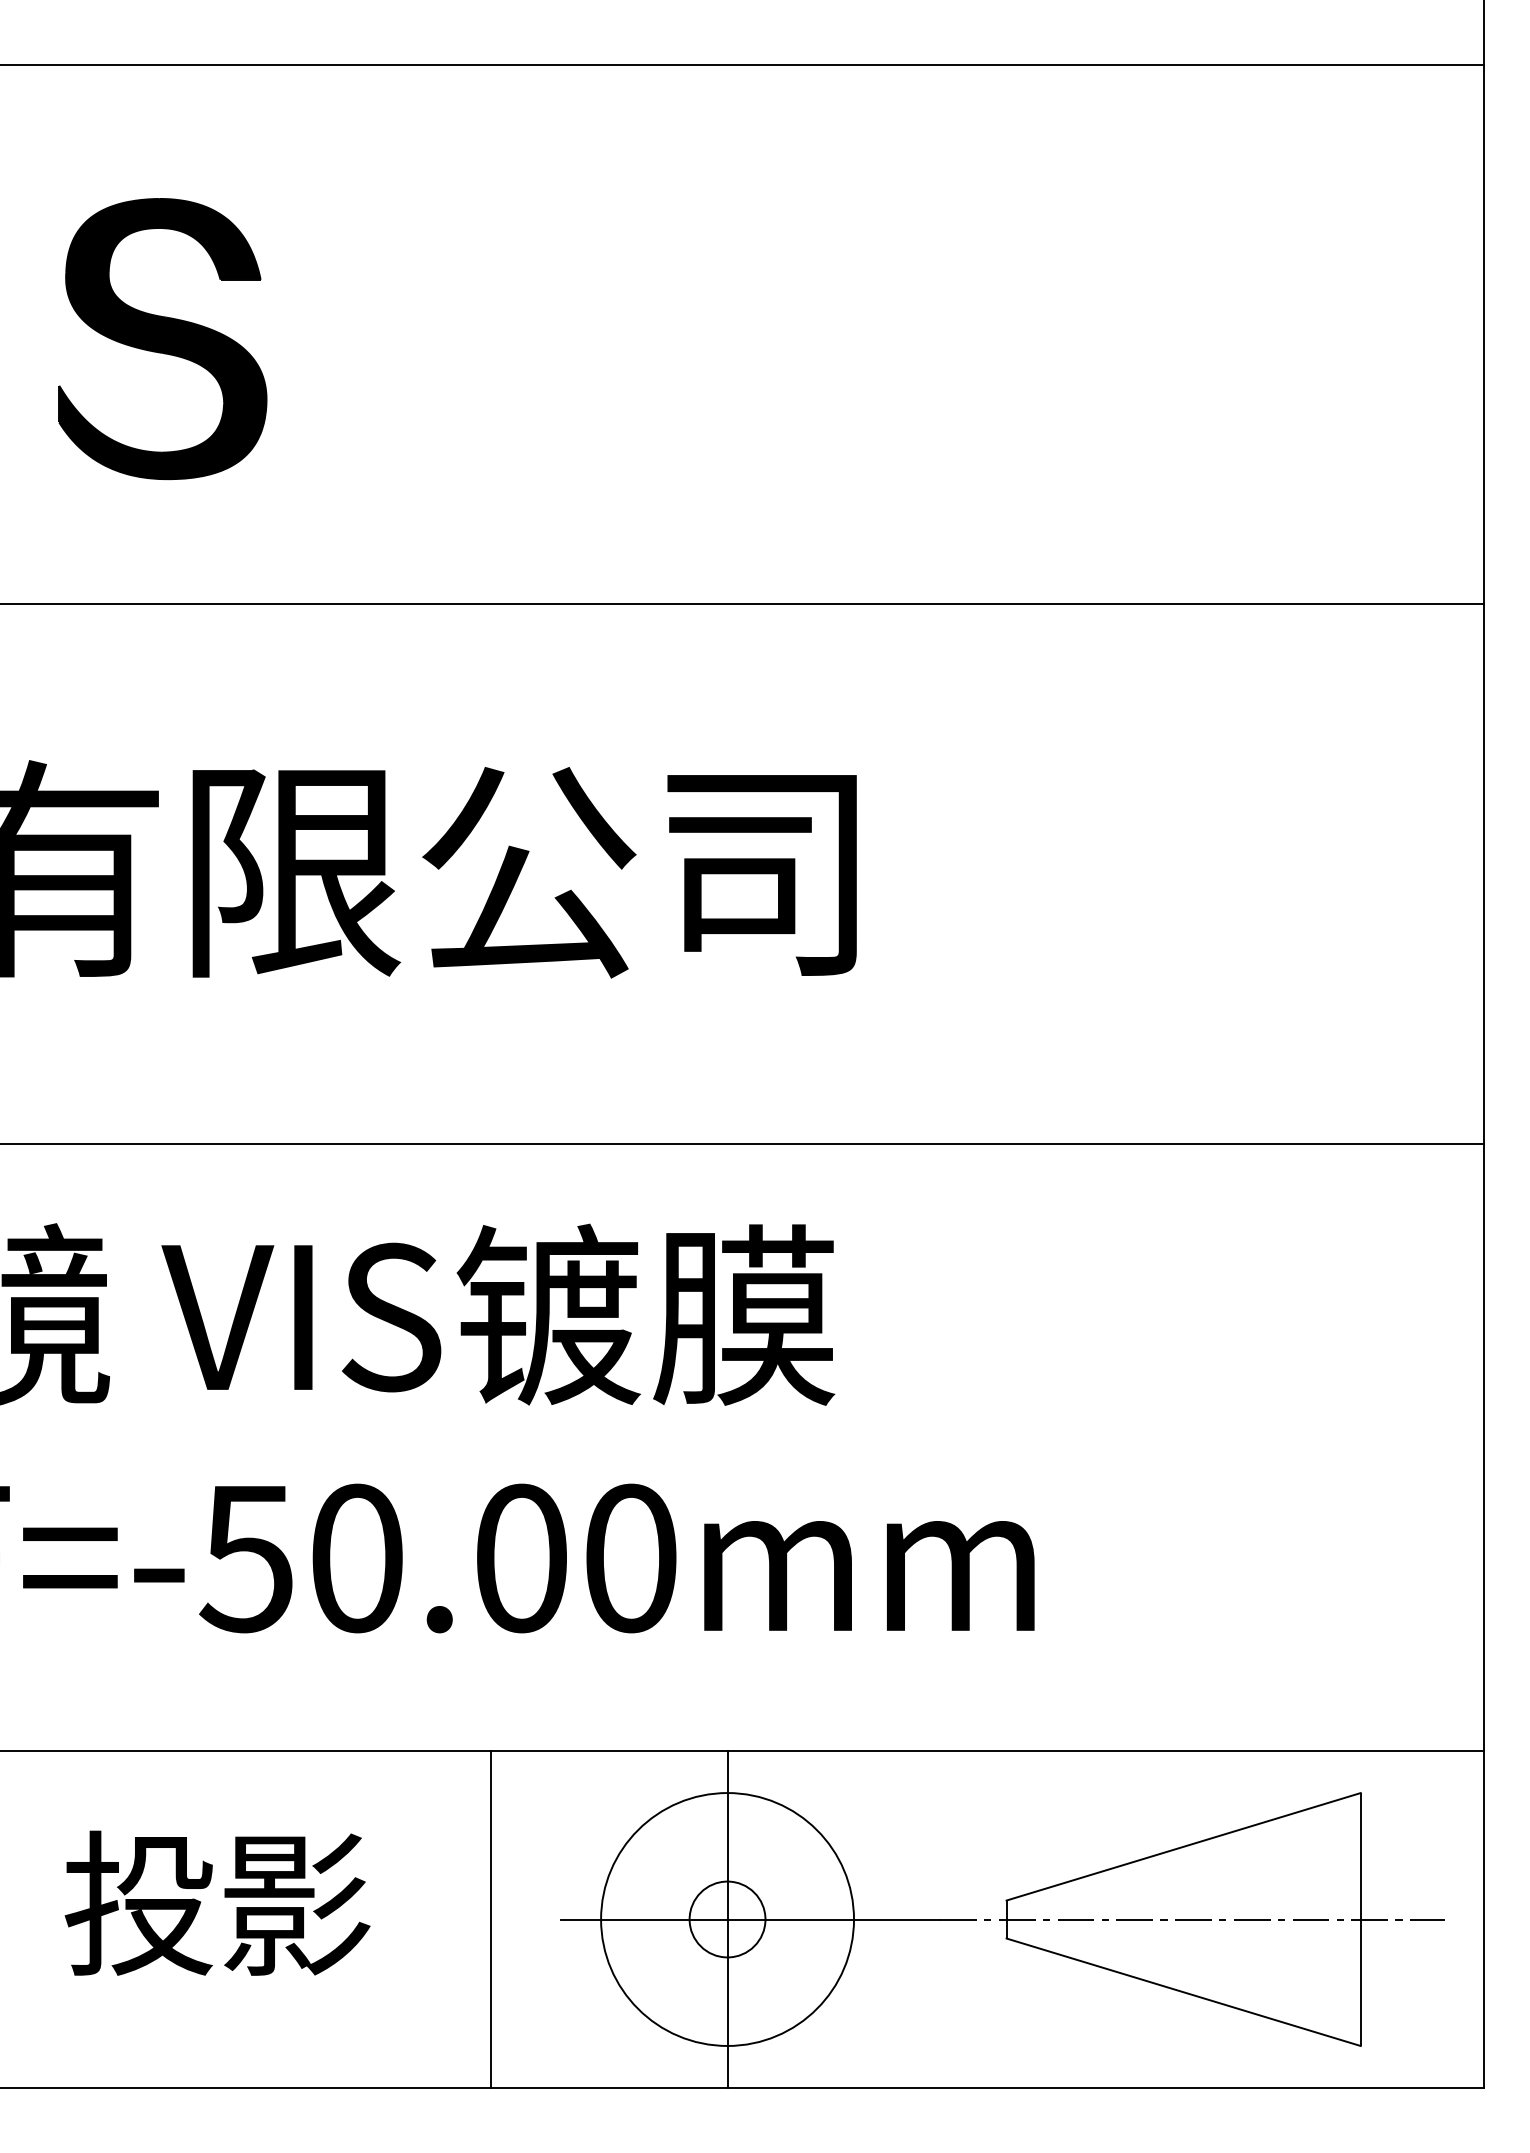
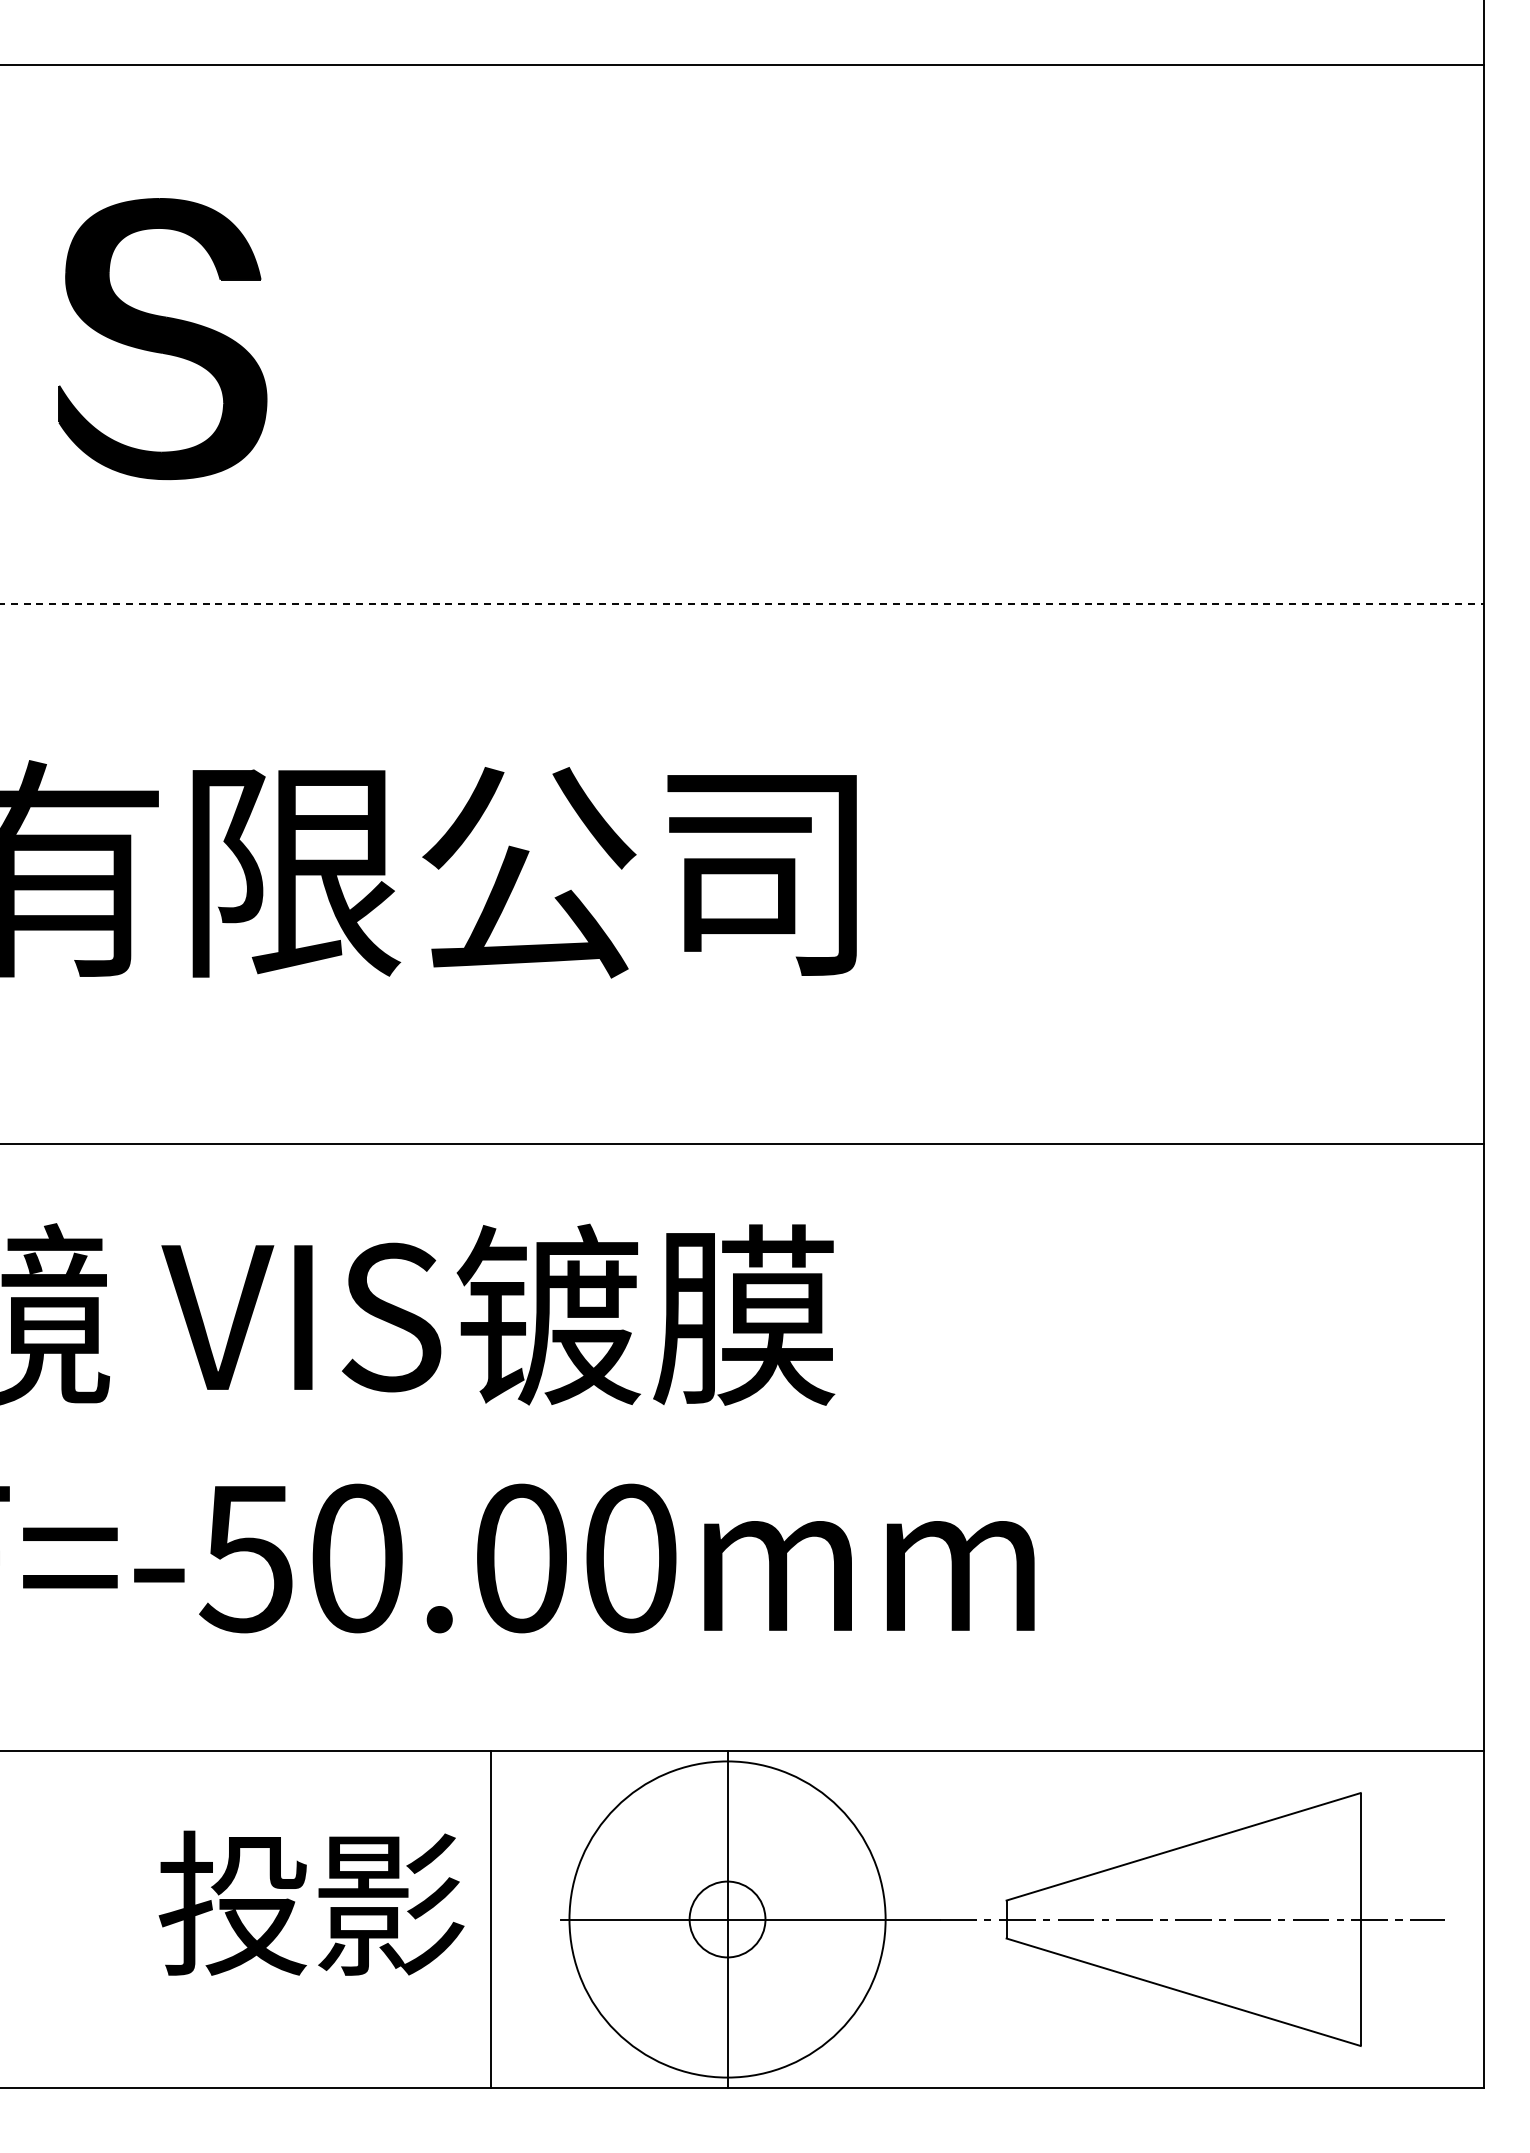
line at (742, 604): solid -> dashed
text at (217, 1902) position: (217, 1902) -> (311, 1902)
circle at (727, 1919) diameter: 253 px -> 316 px
